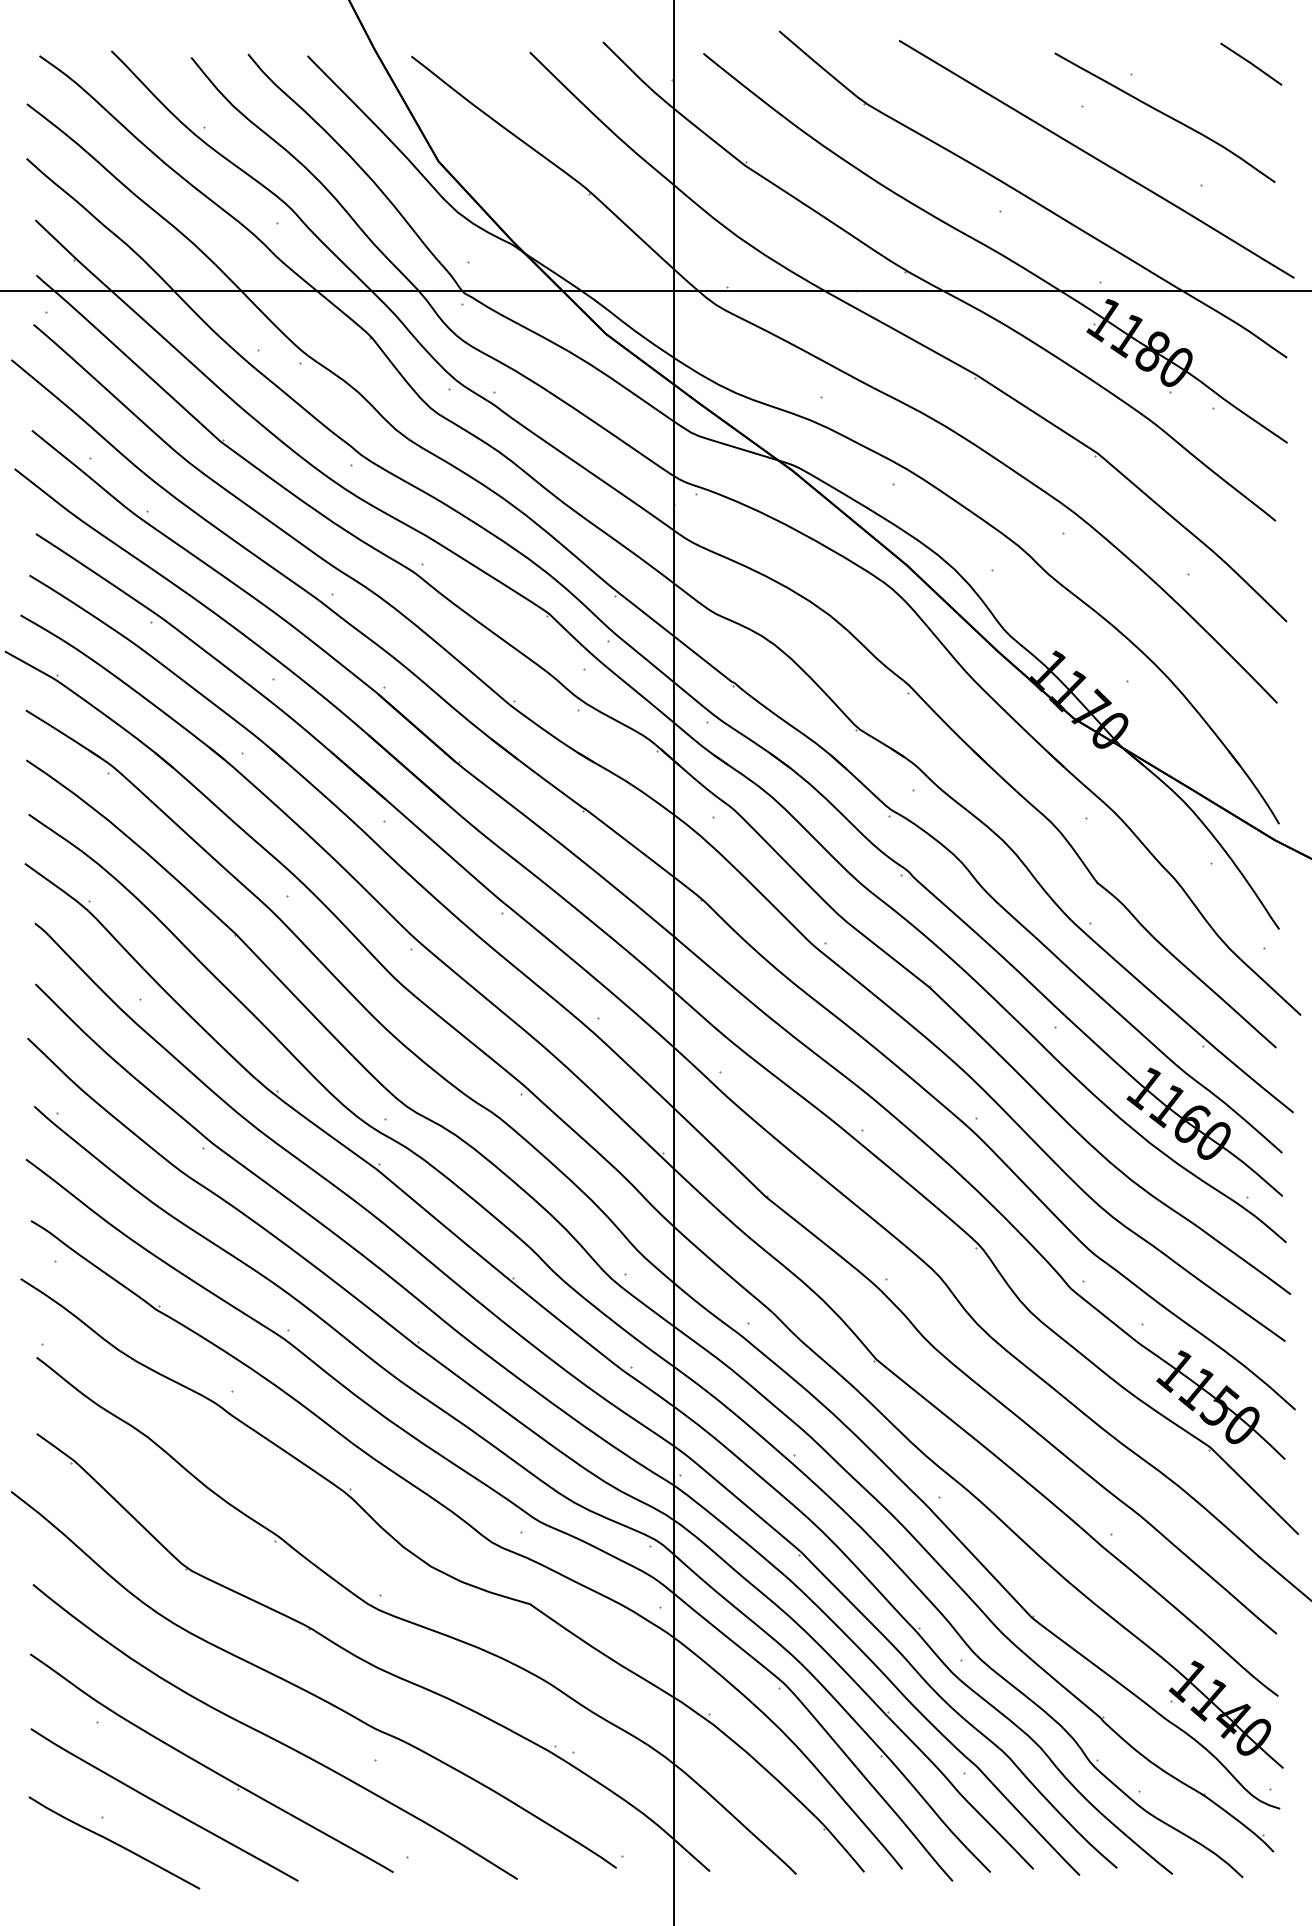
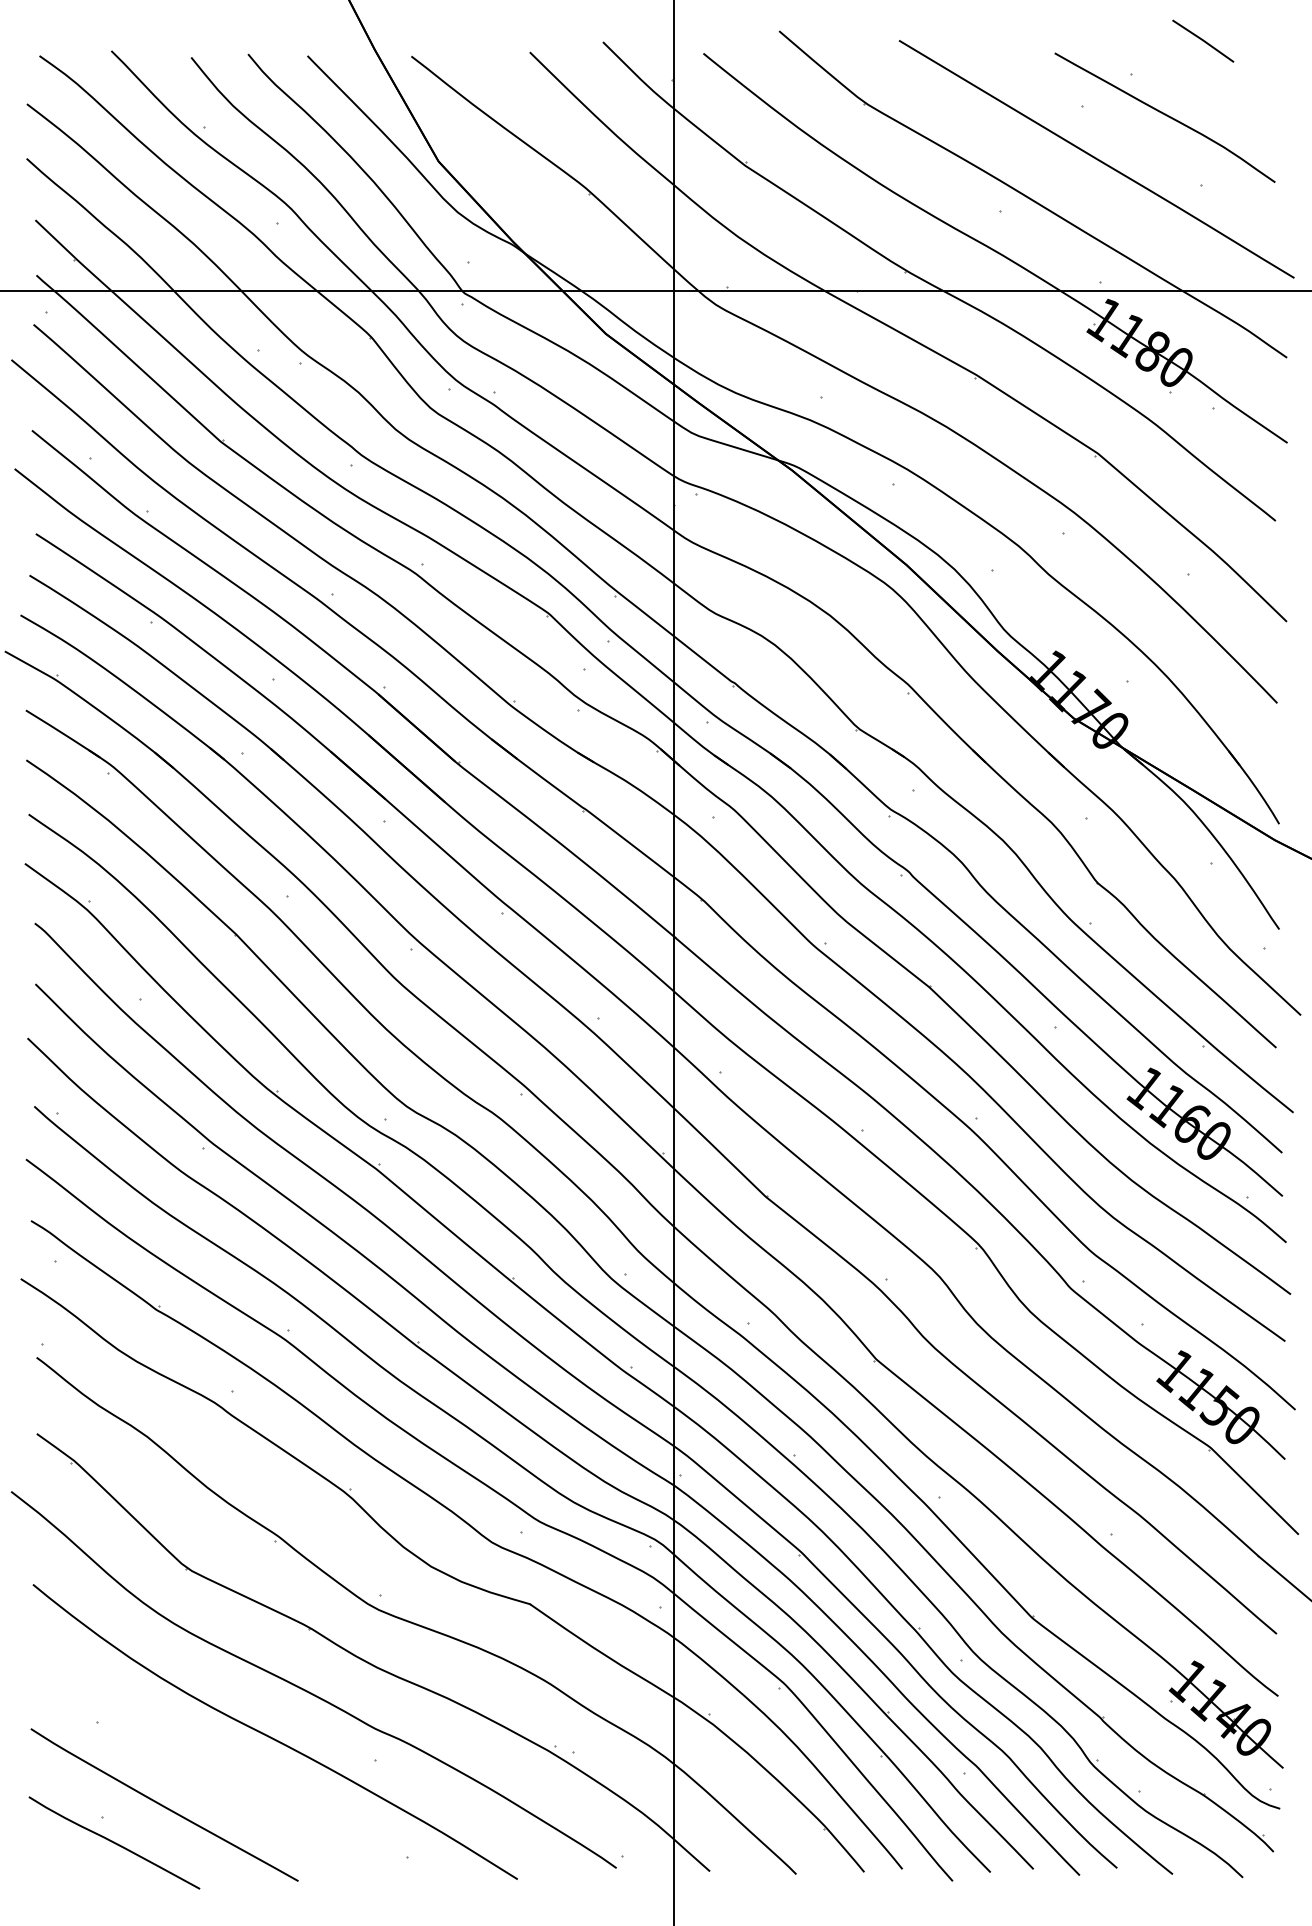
line at (1251, 63) position: (1251, 63) -> (1203, 40)
part at (211, 1762): present -> none
